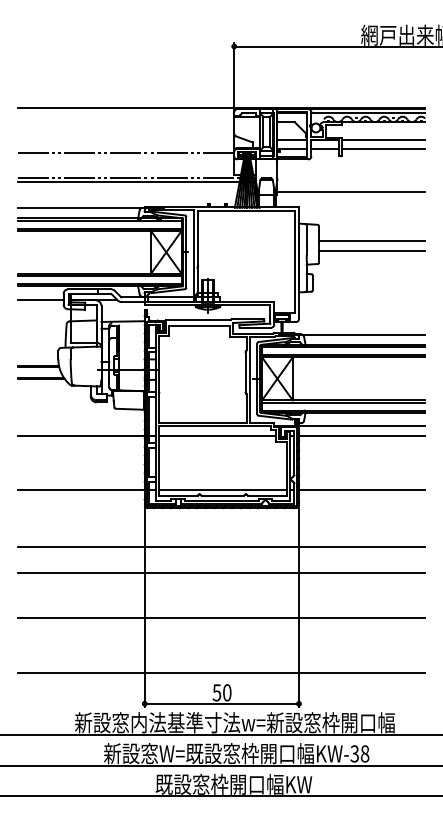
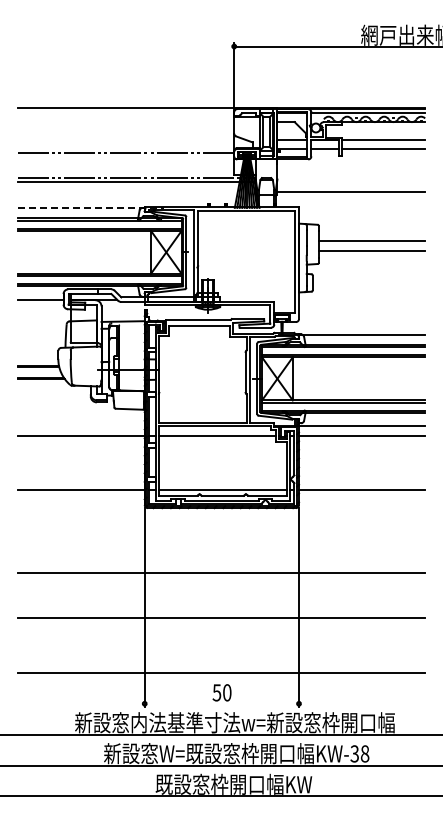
line at (90, 208): solid -> dashed
line at (221, 546): present -> none
line at (221, 703): present -> none
